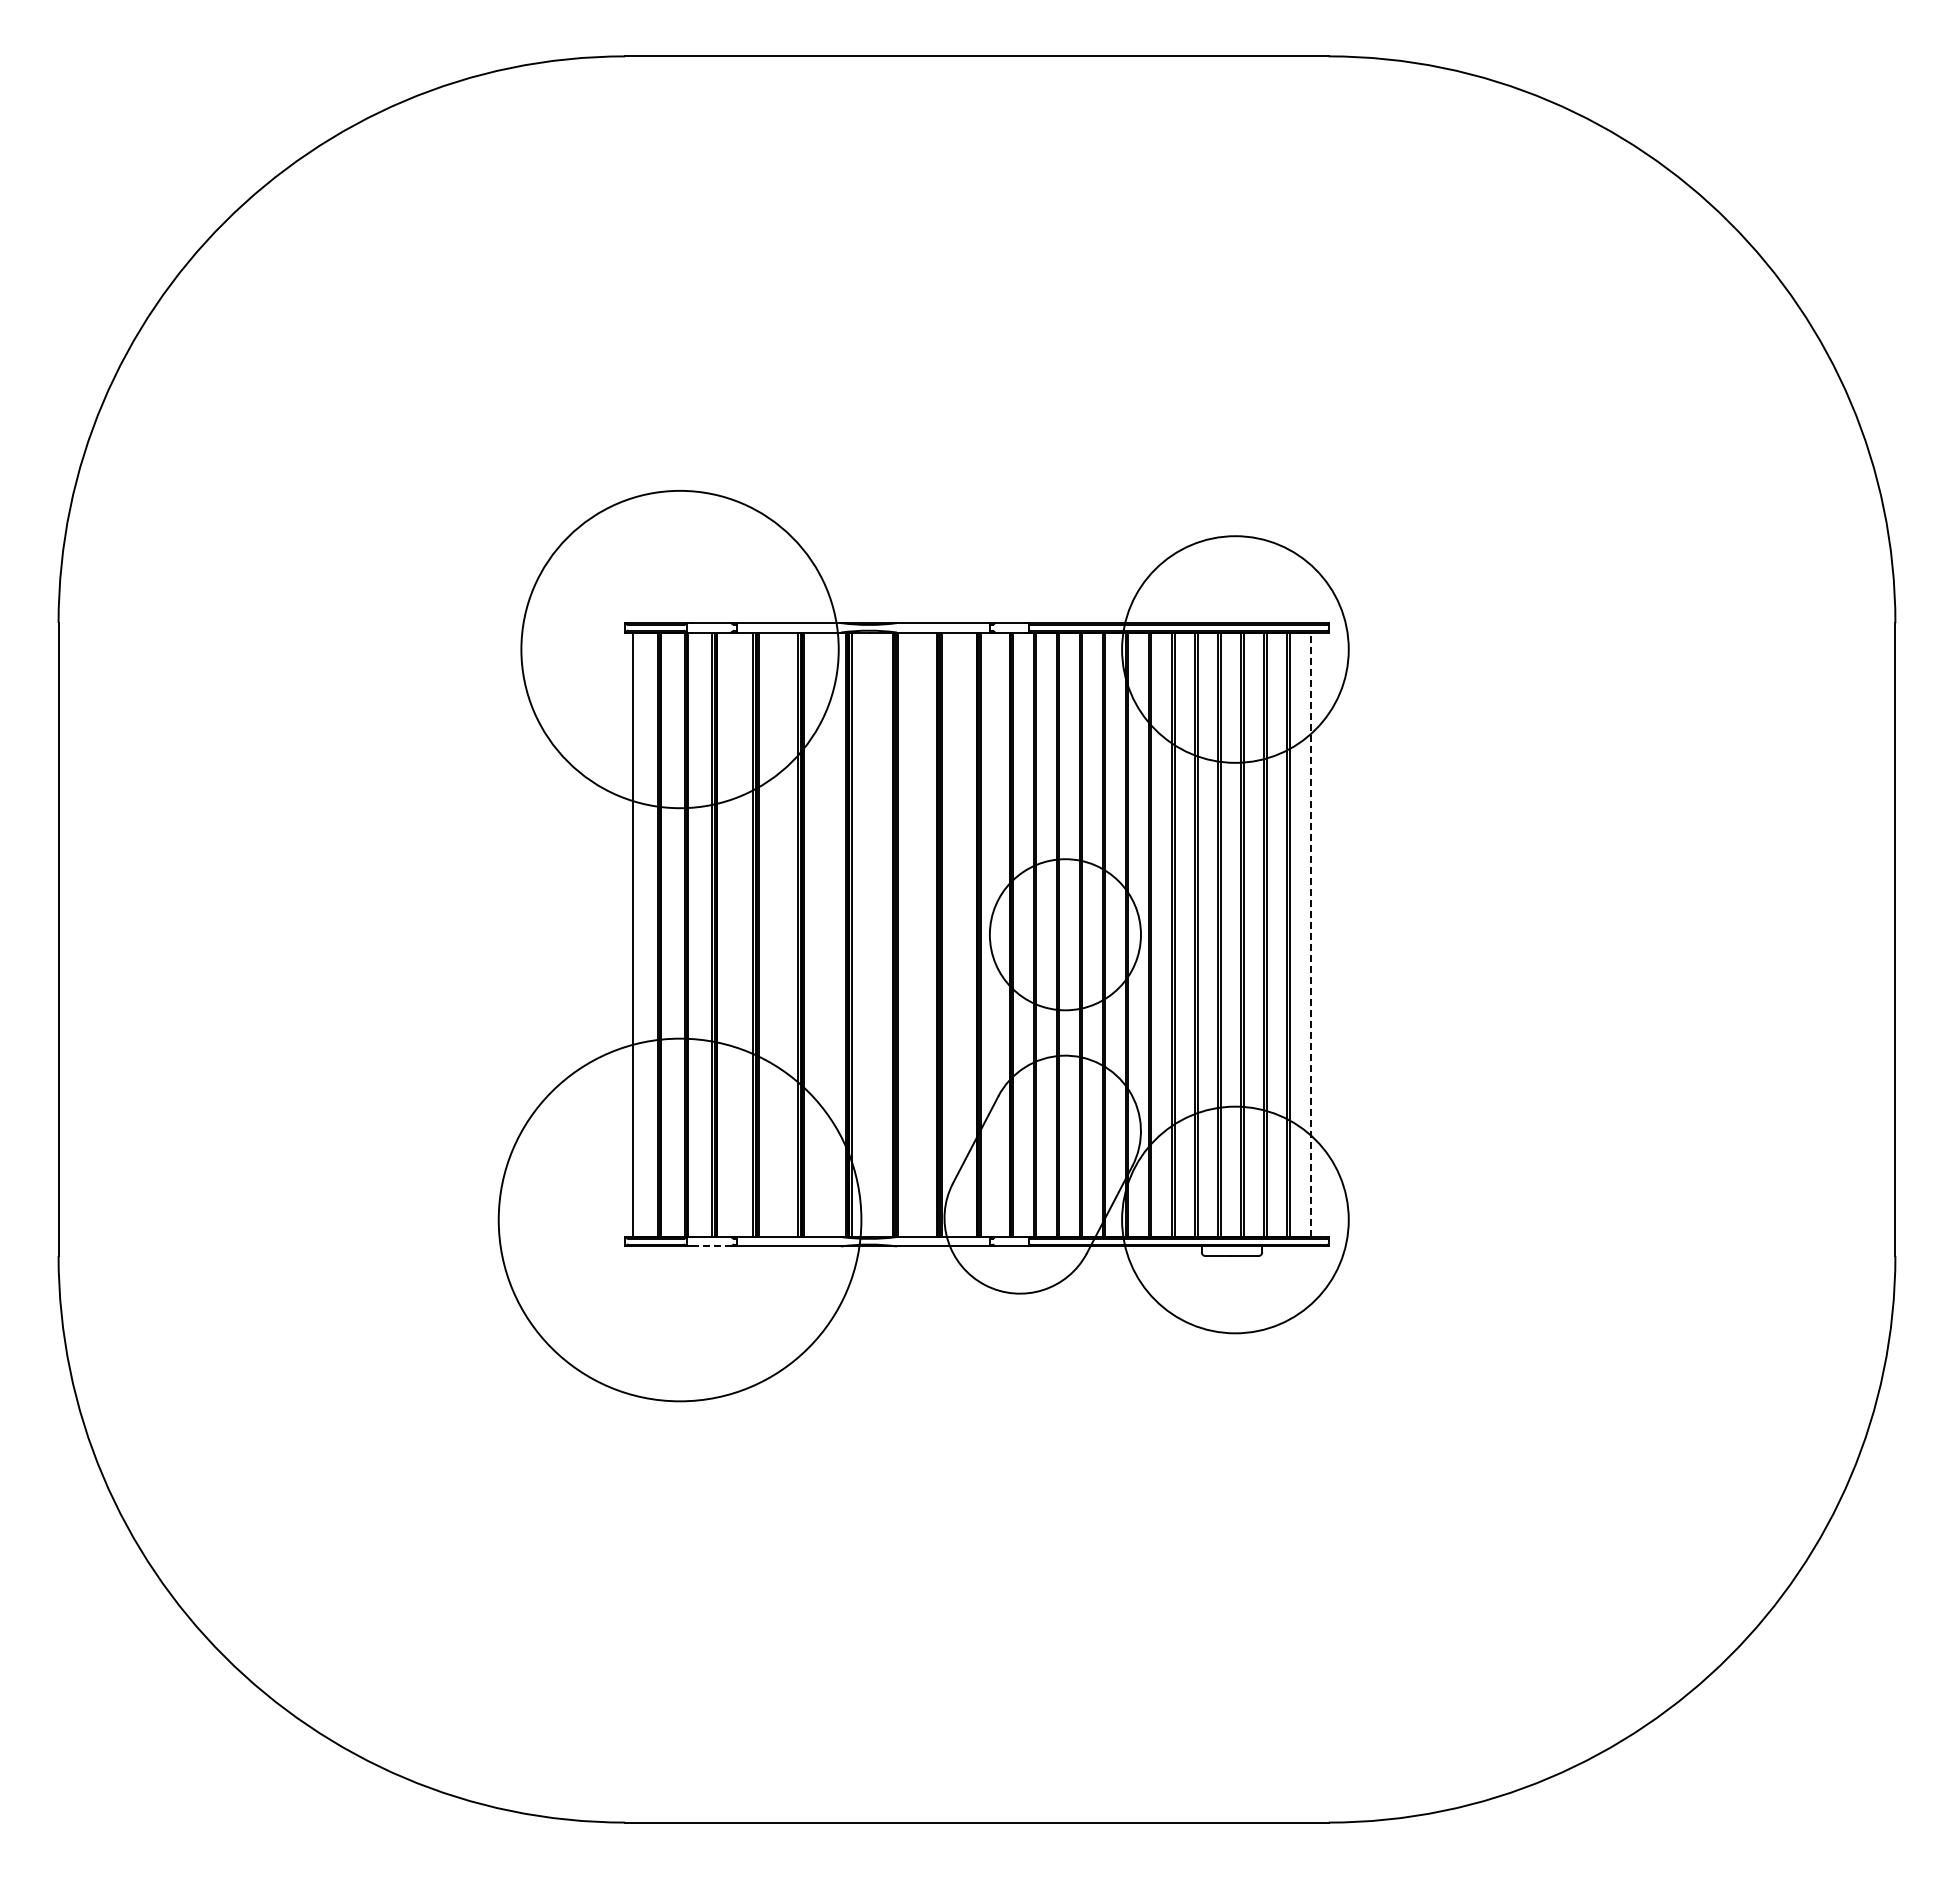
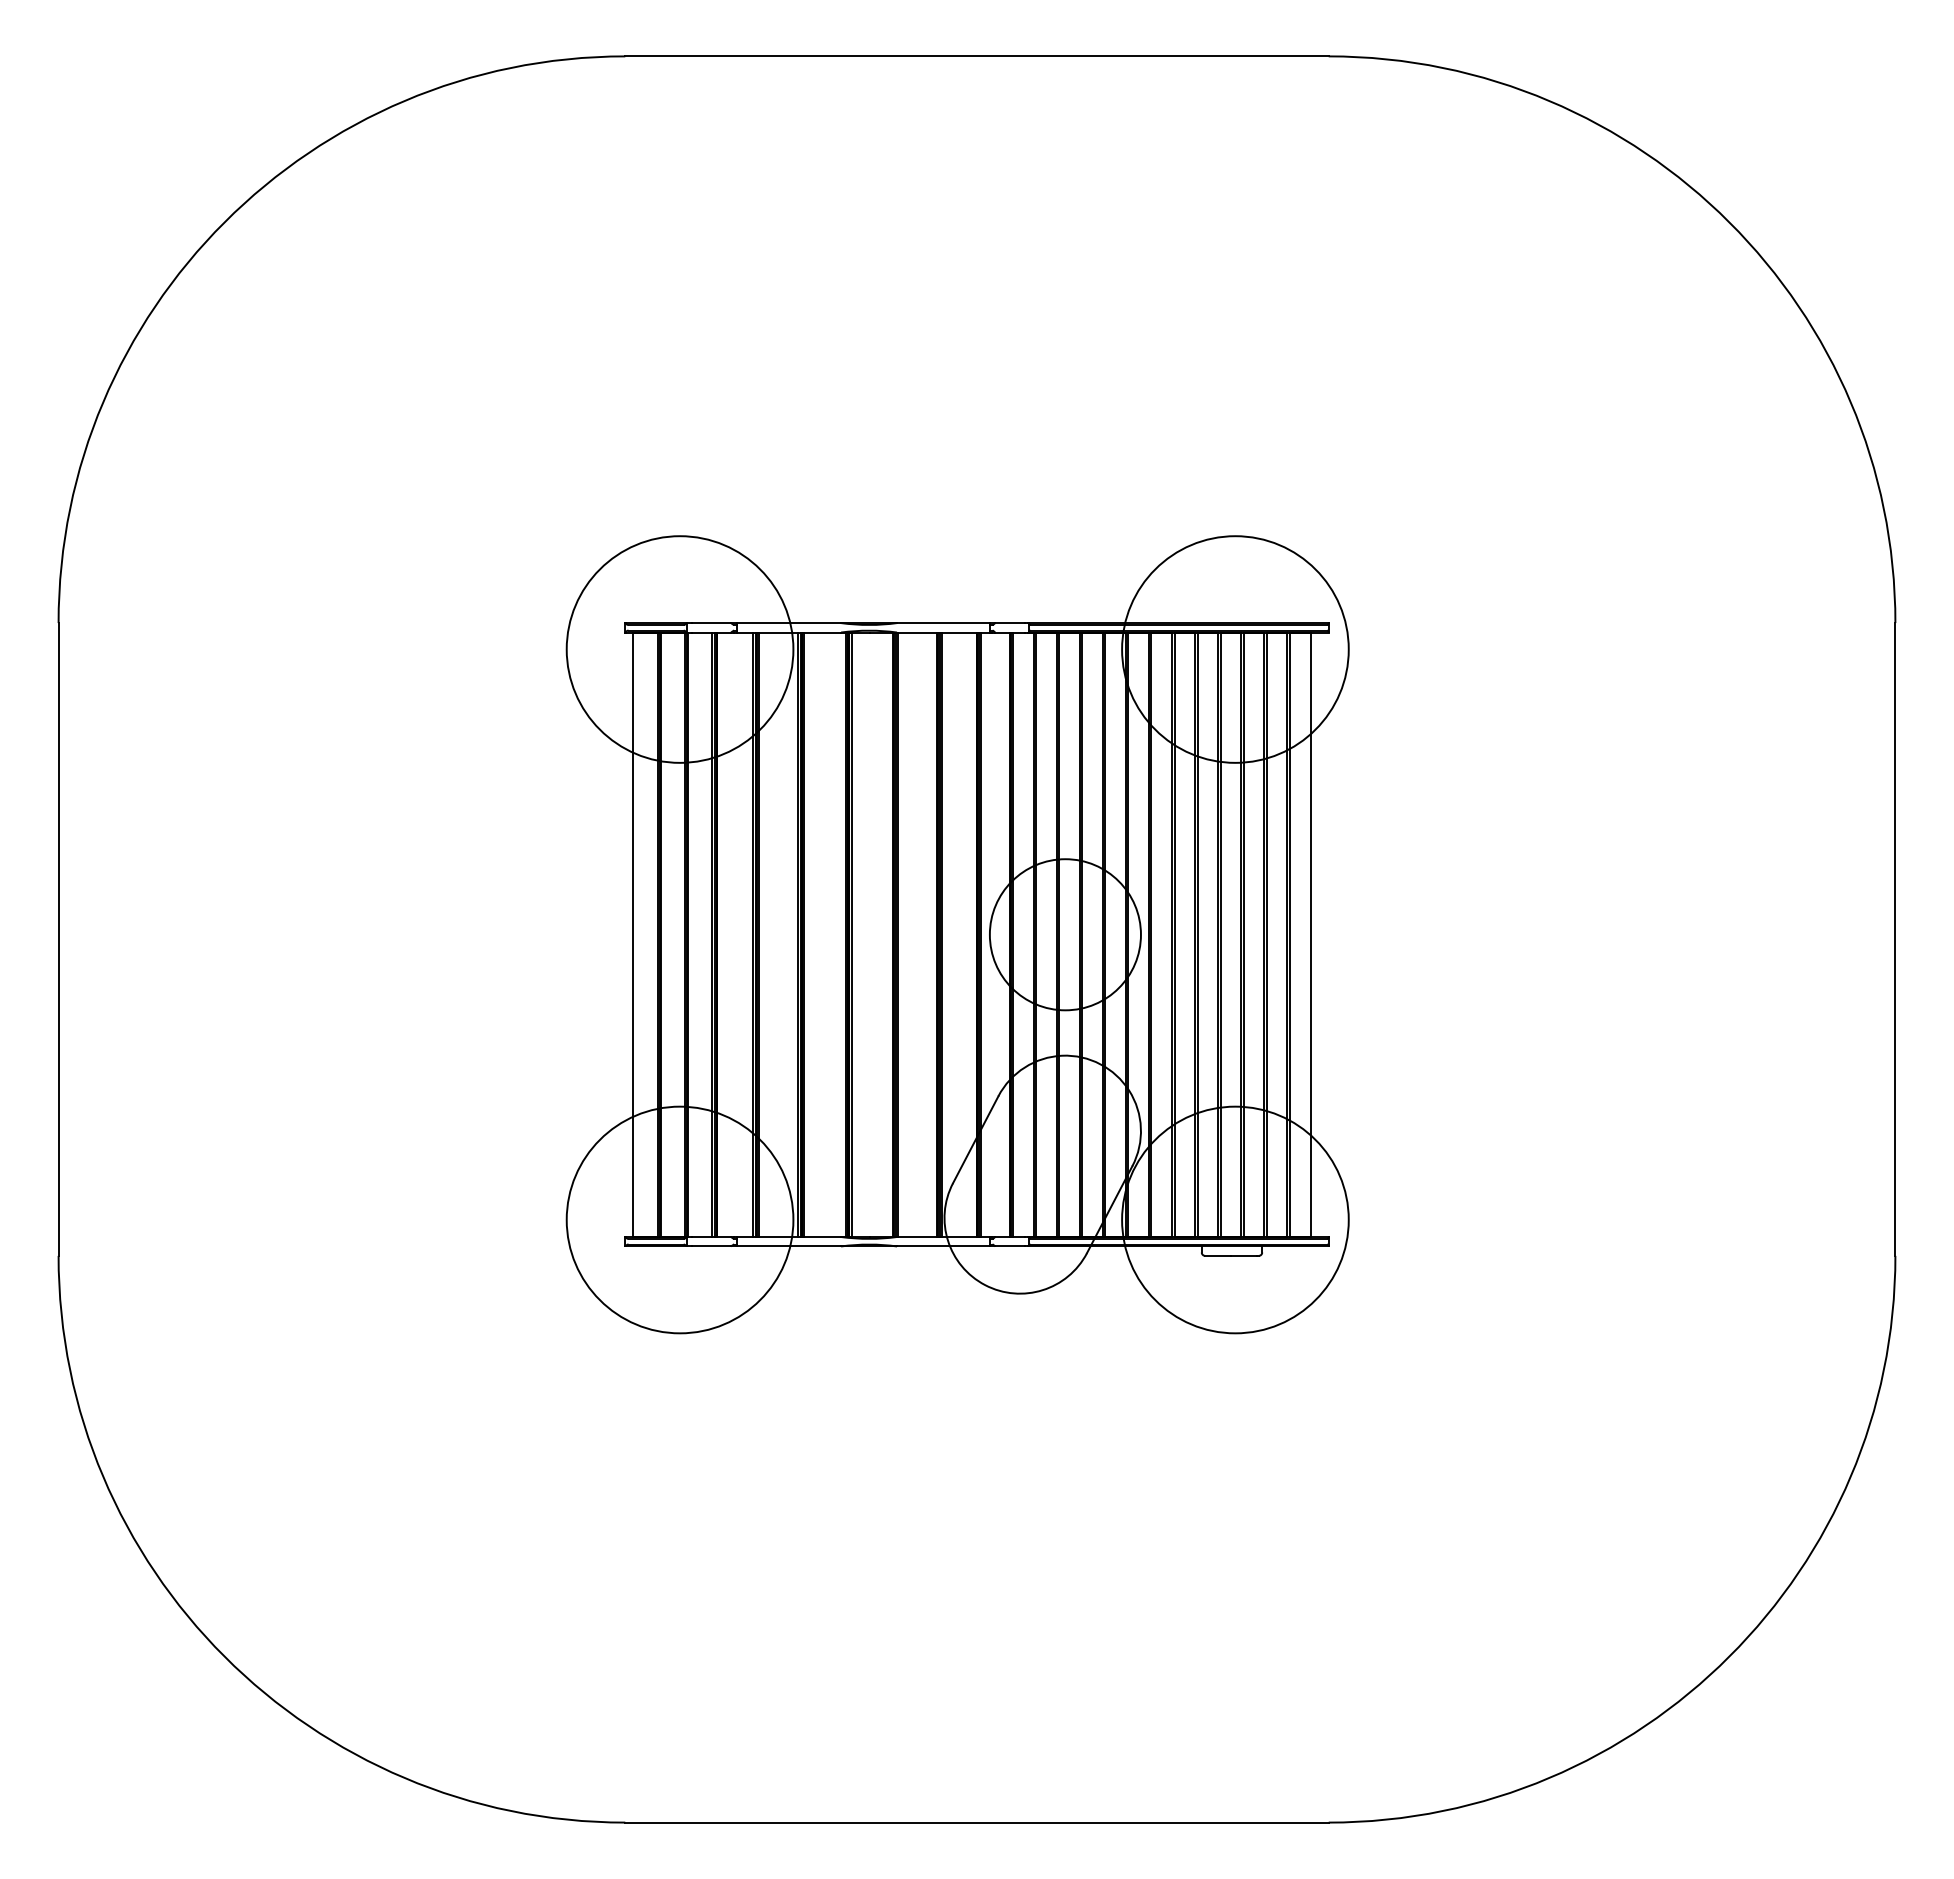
circle at (679, 649) diameter: 317 px -> 227 px
line at (1310, 934): dashed -> solid
circle at (679, 1219) diameter: 363 px -> 227 px
line at (712, 1246): dashed -> solid
